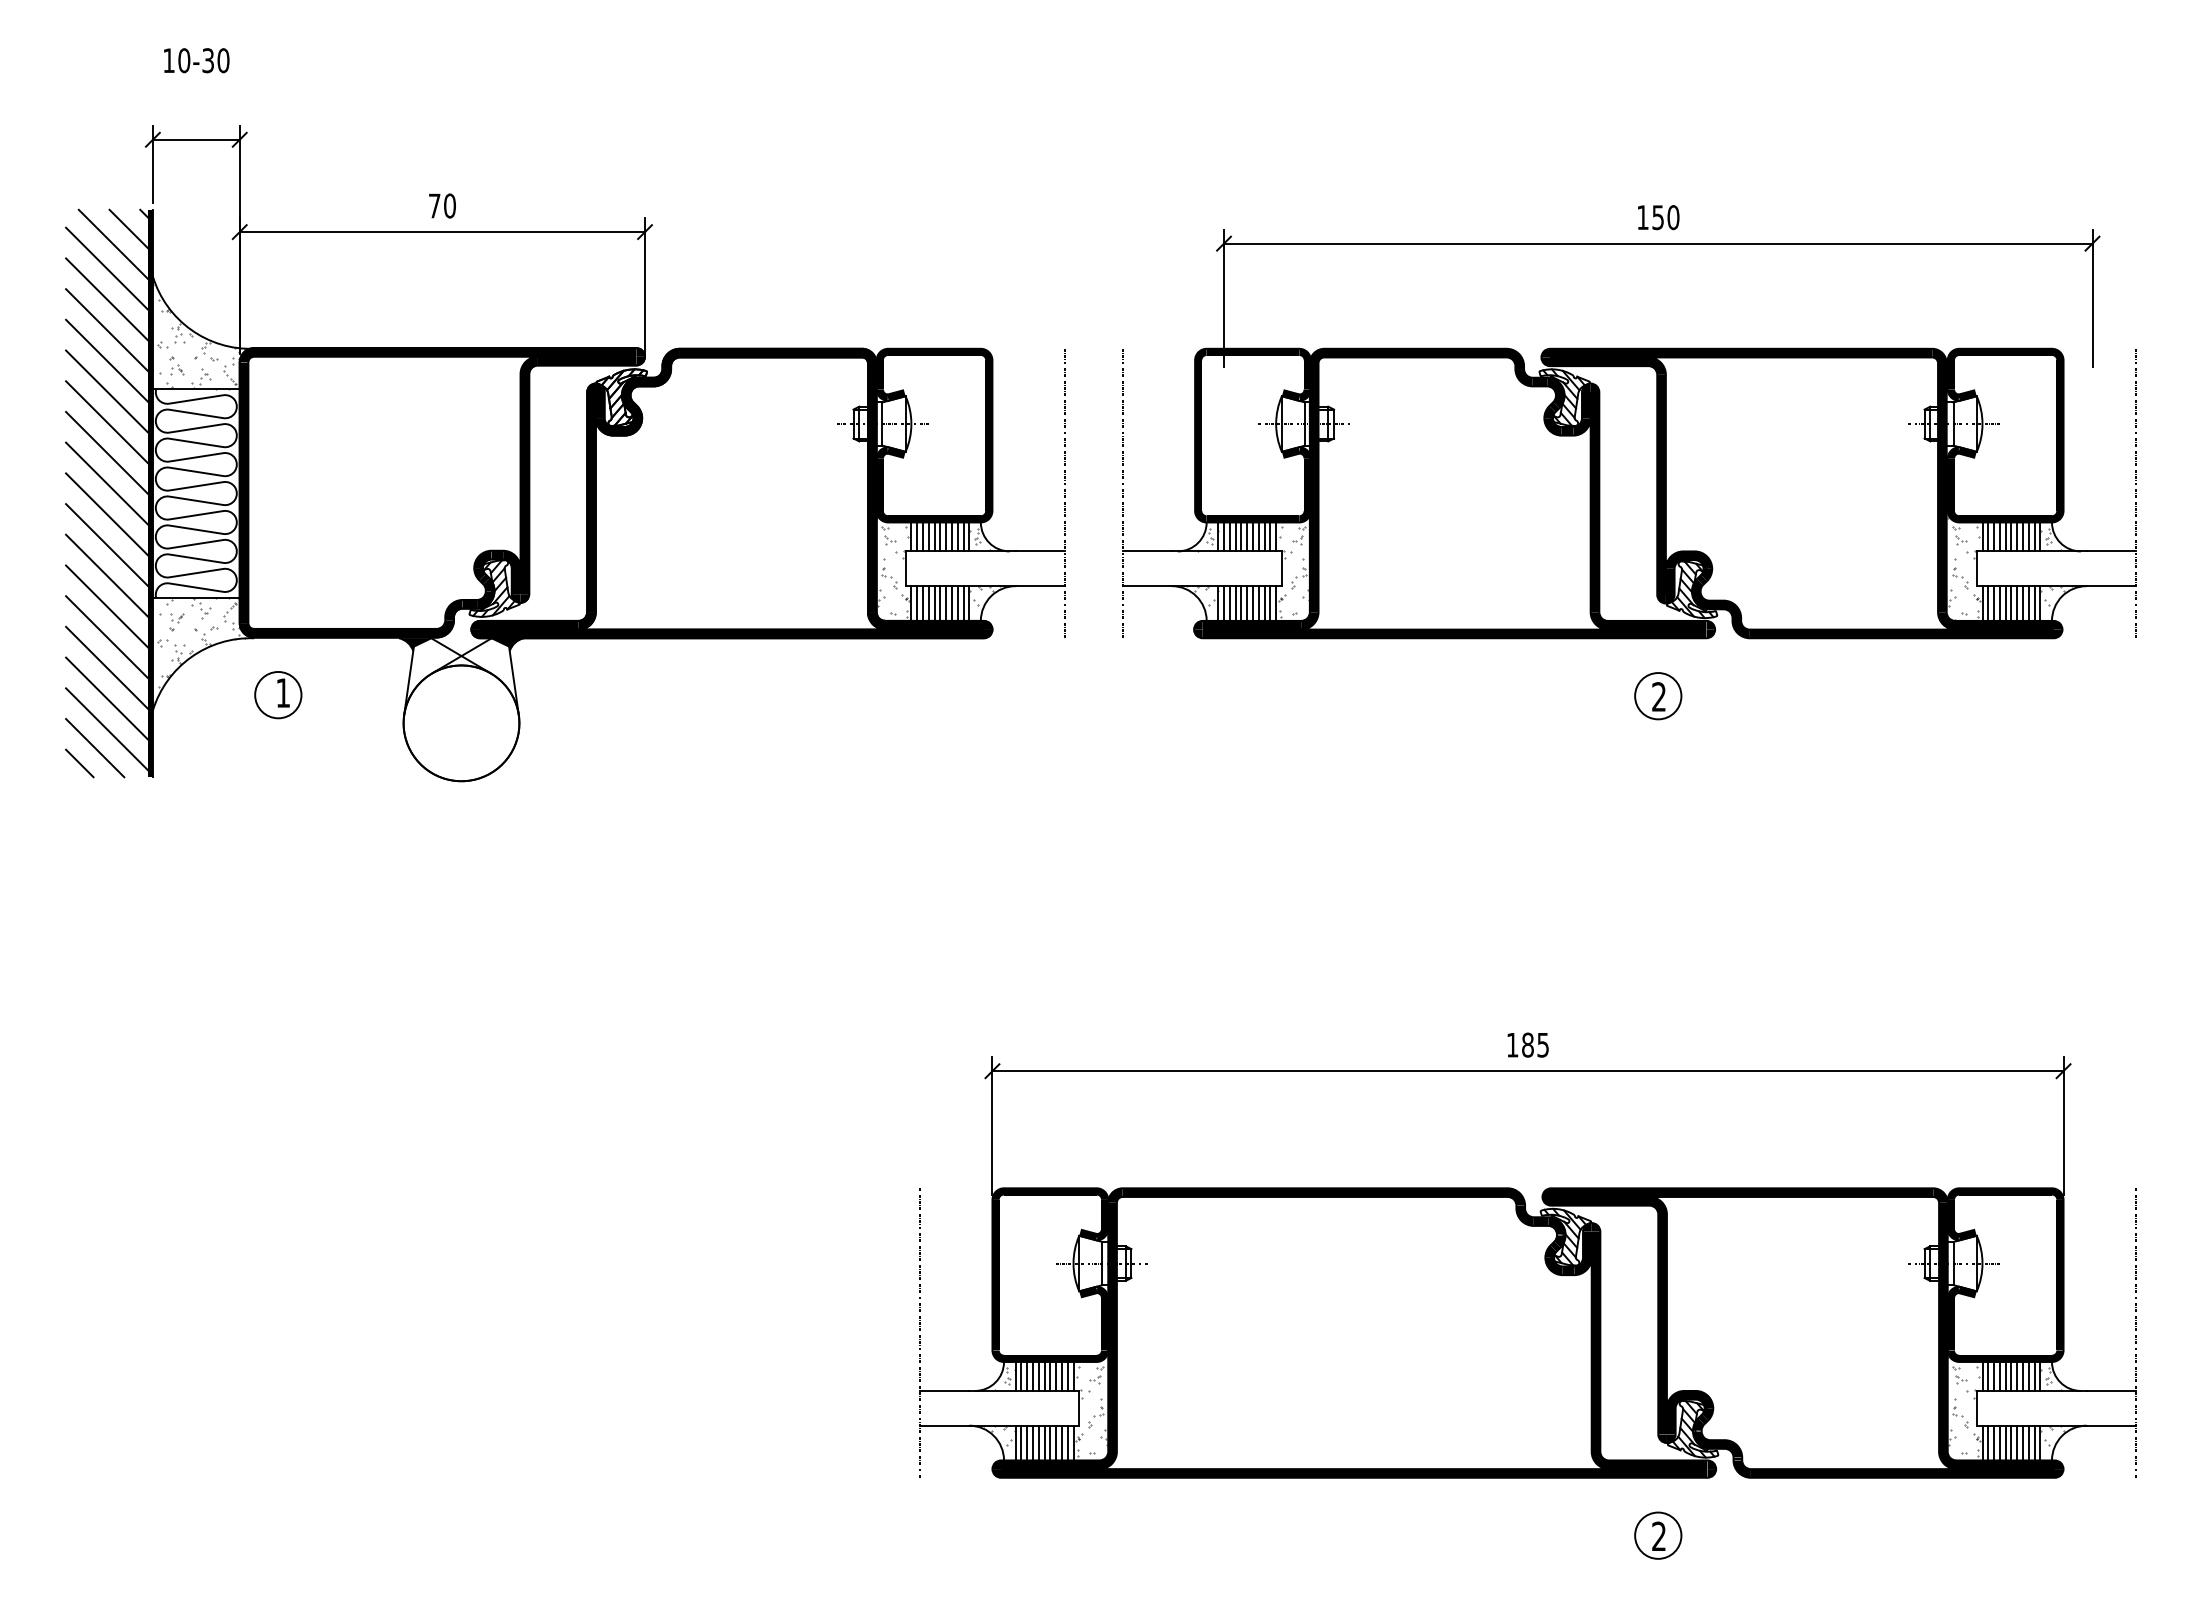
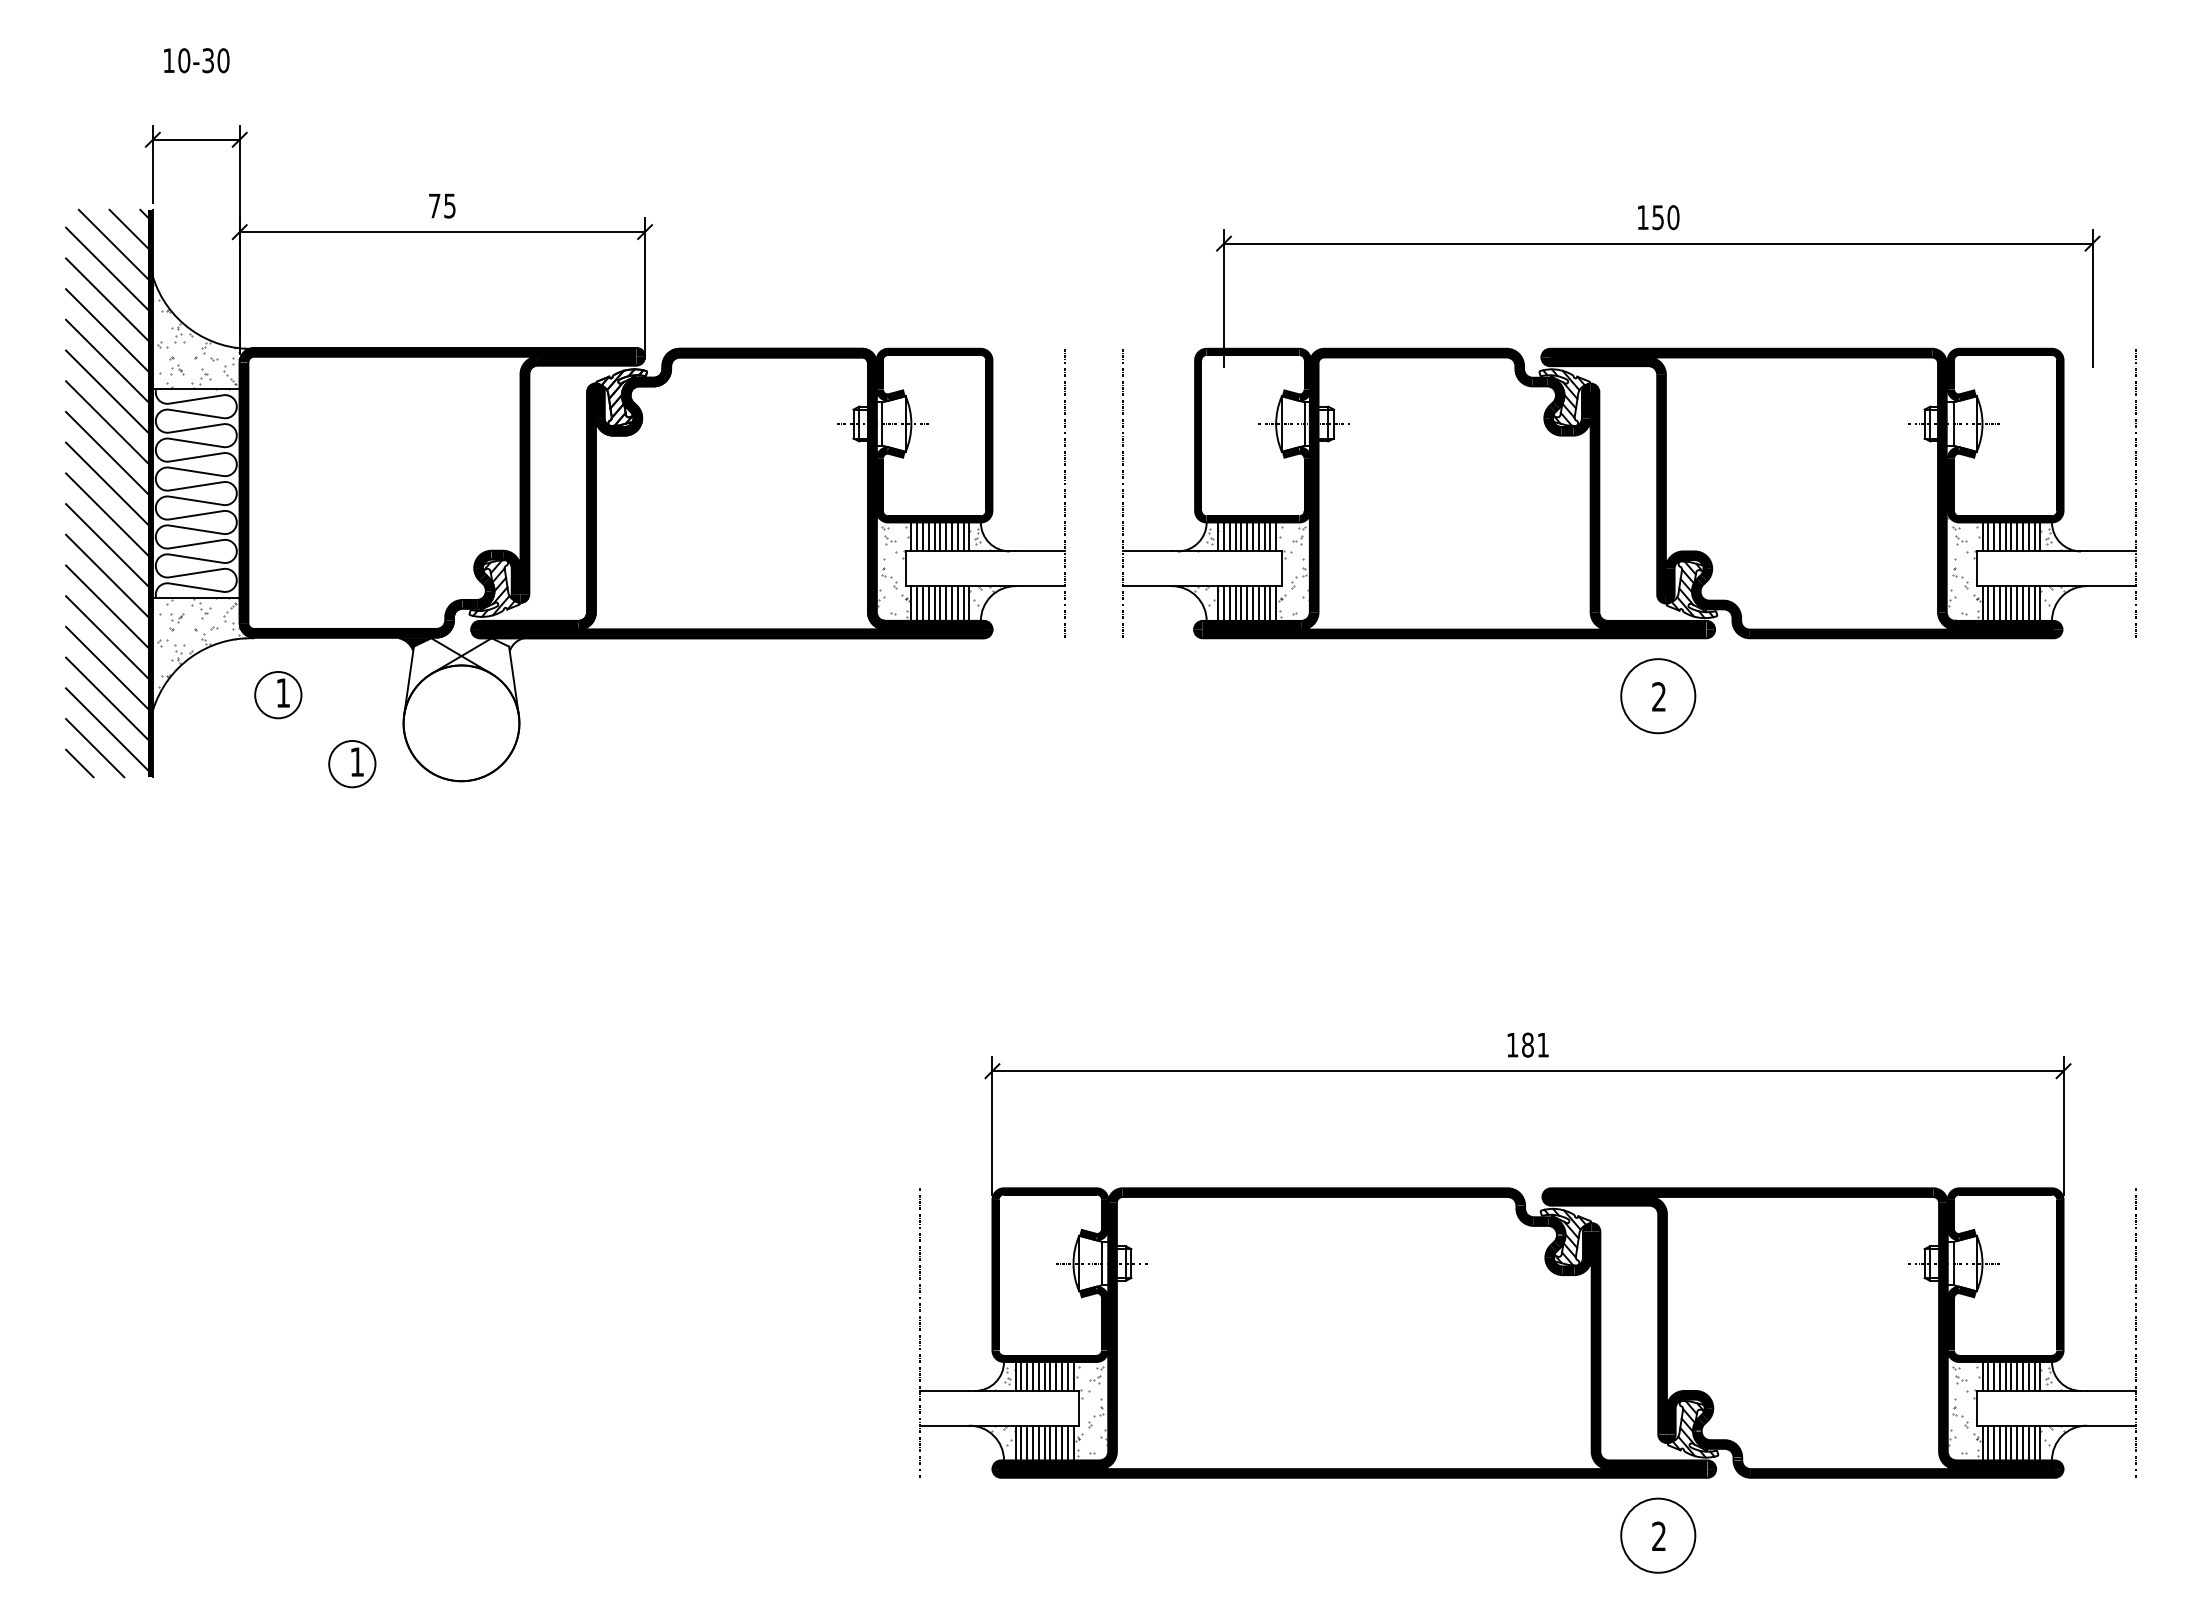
text at (449, 205): 70 -> 75
fill at (507, 644): present -> none
circle at (1658, 696) diameter: 46 px -> 74 px
part at (352, 764): none -> present
text at (1542, 1045): 185 -> 181
circle at (1658, 1535) diameter: 46 px -> 74 px
